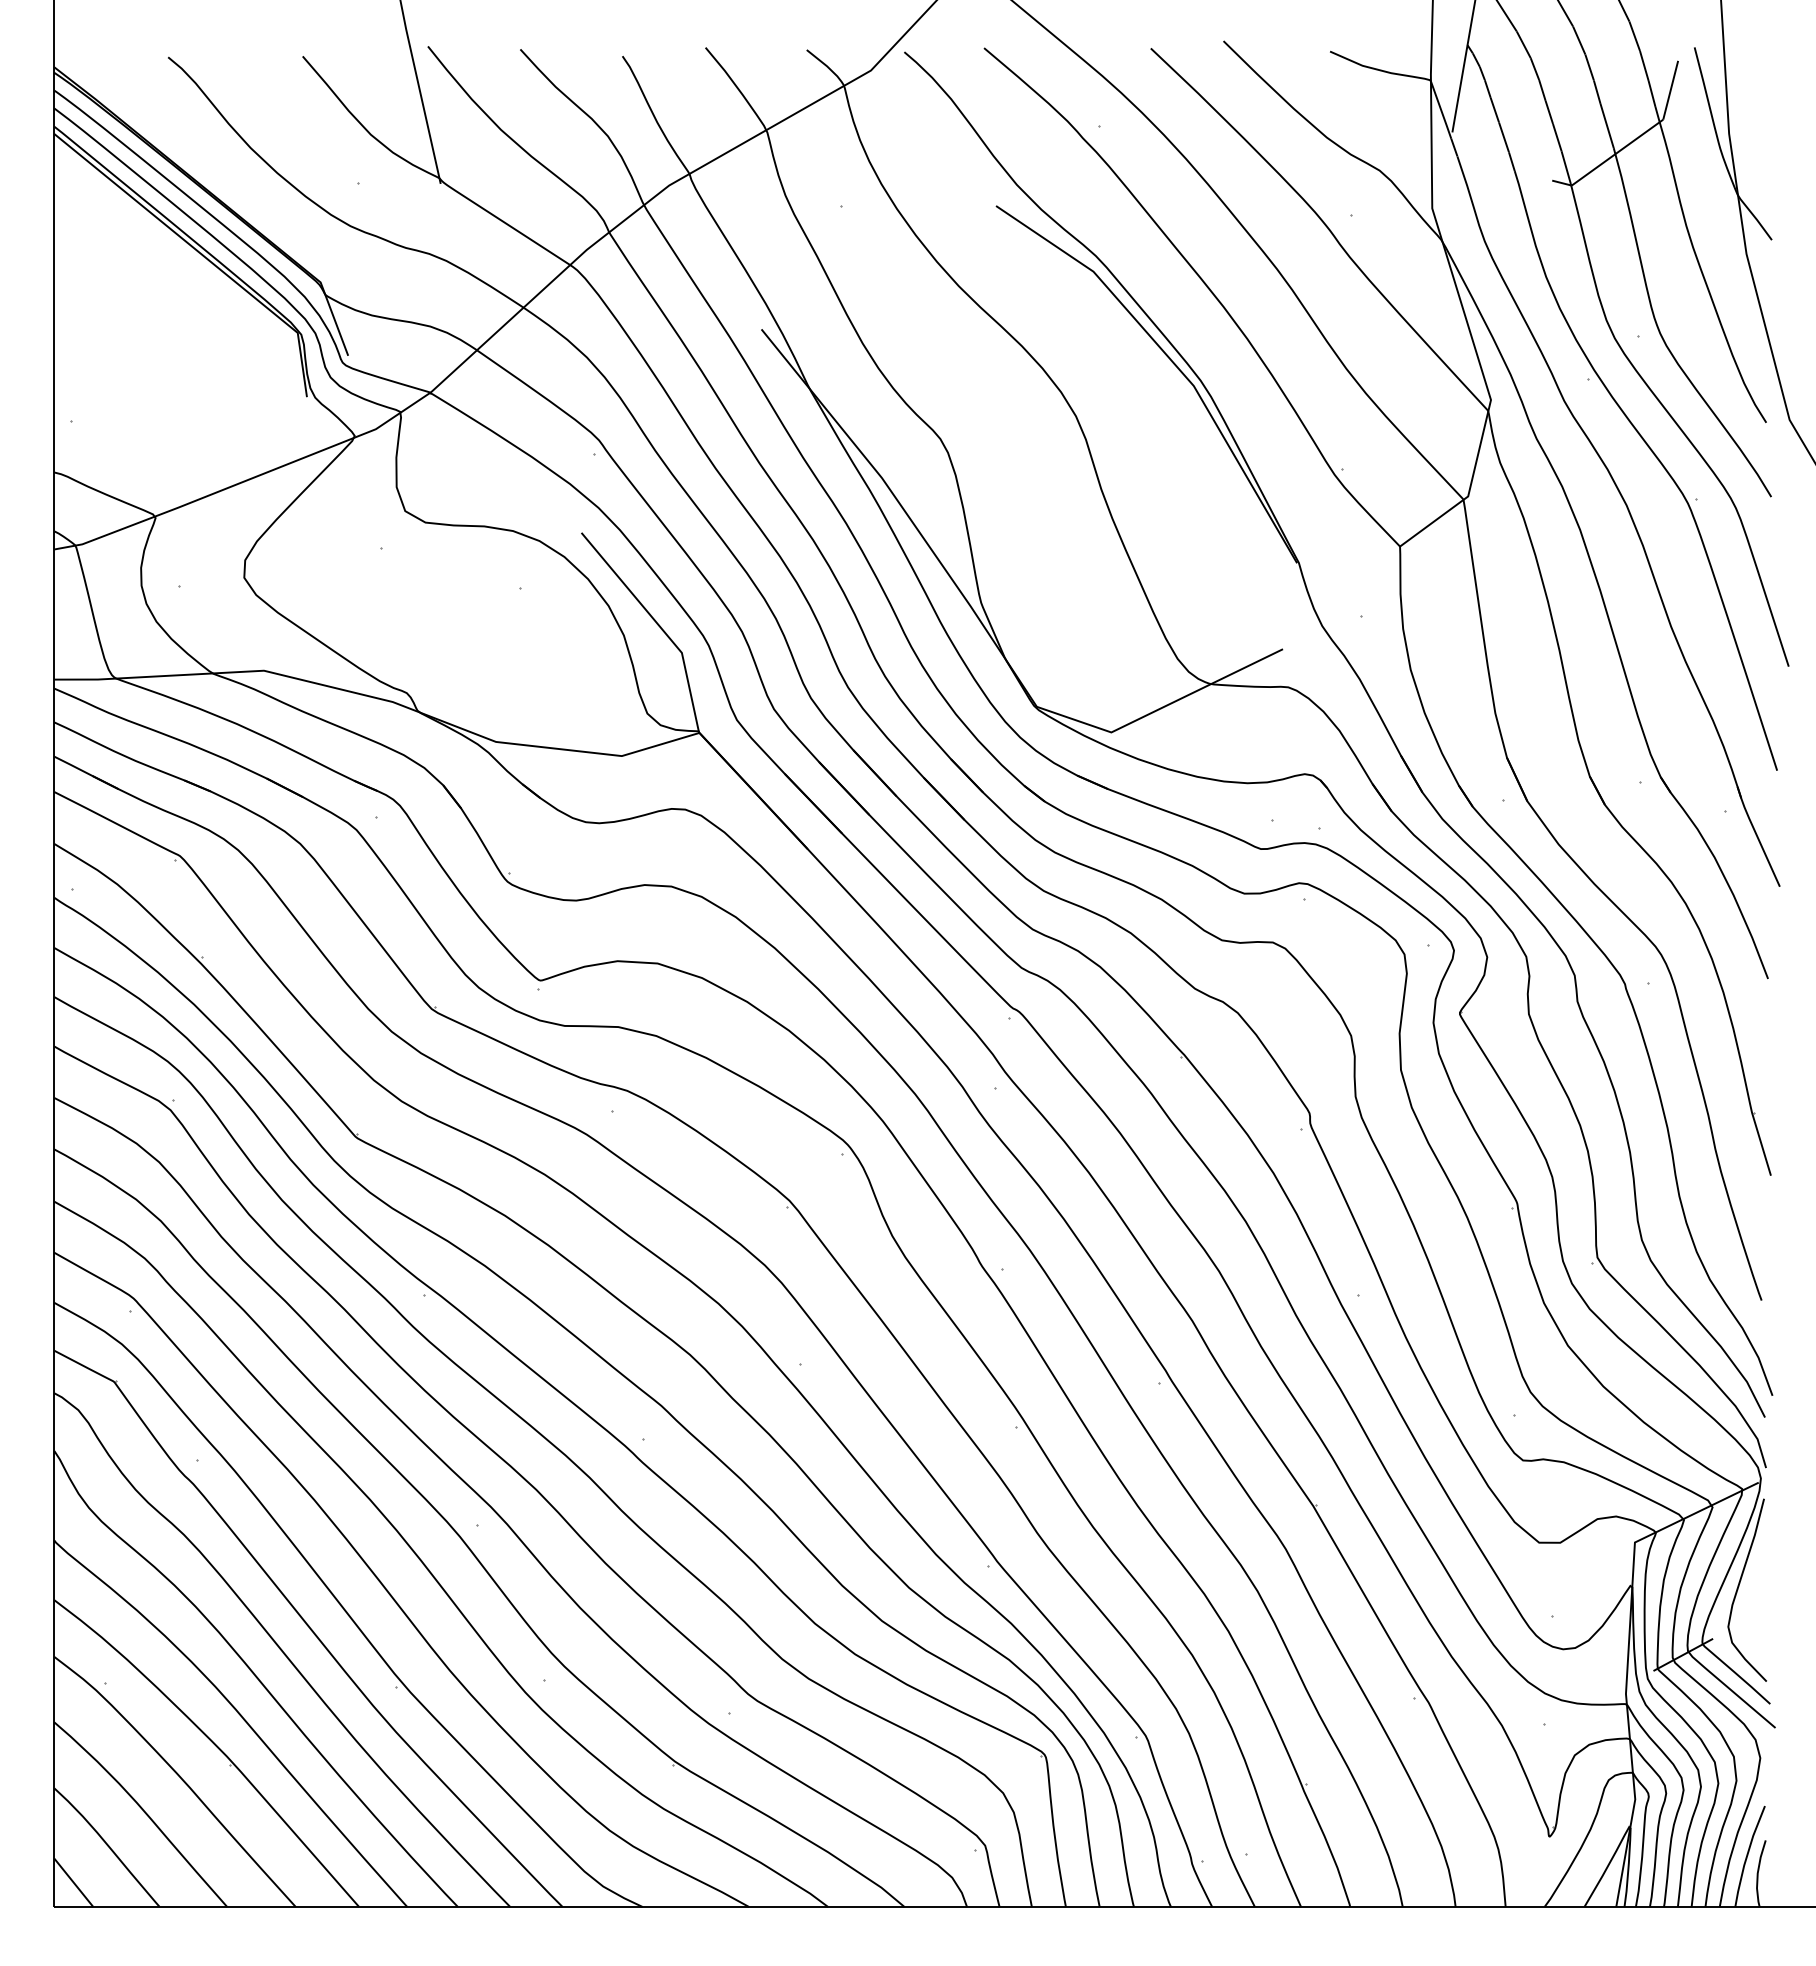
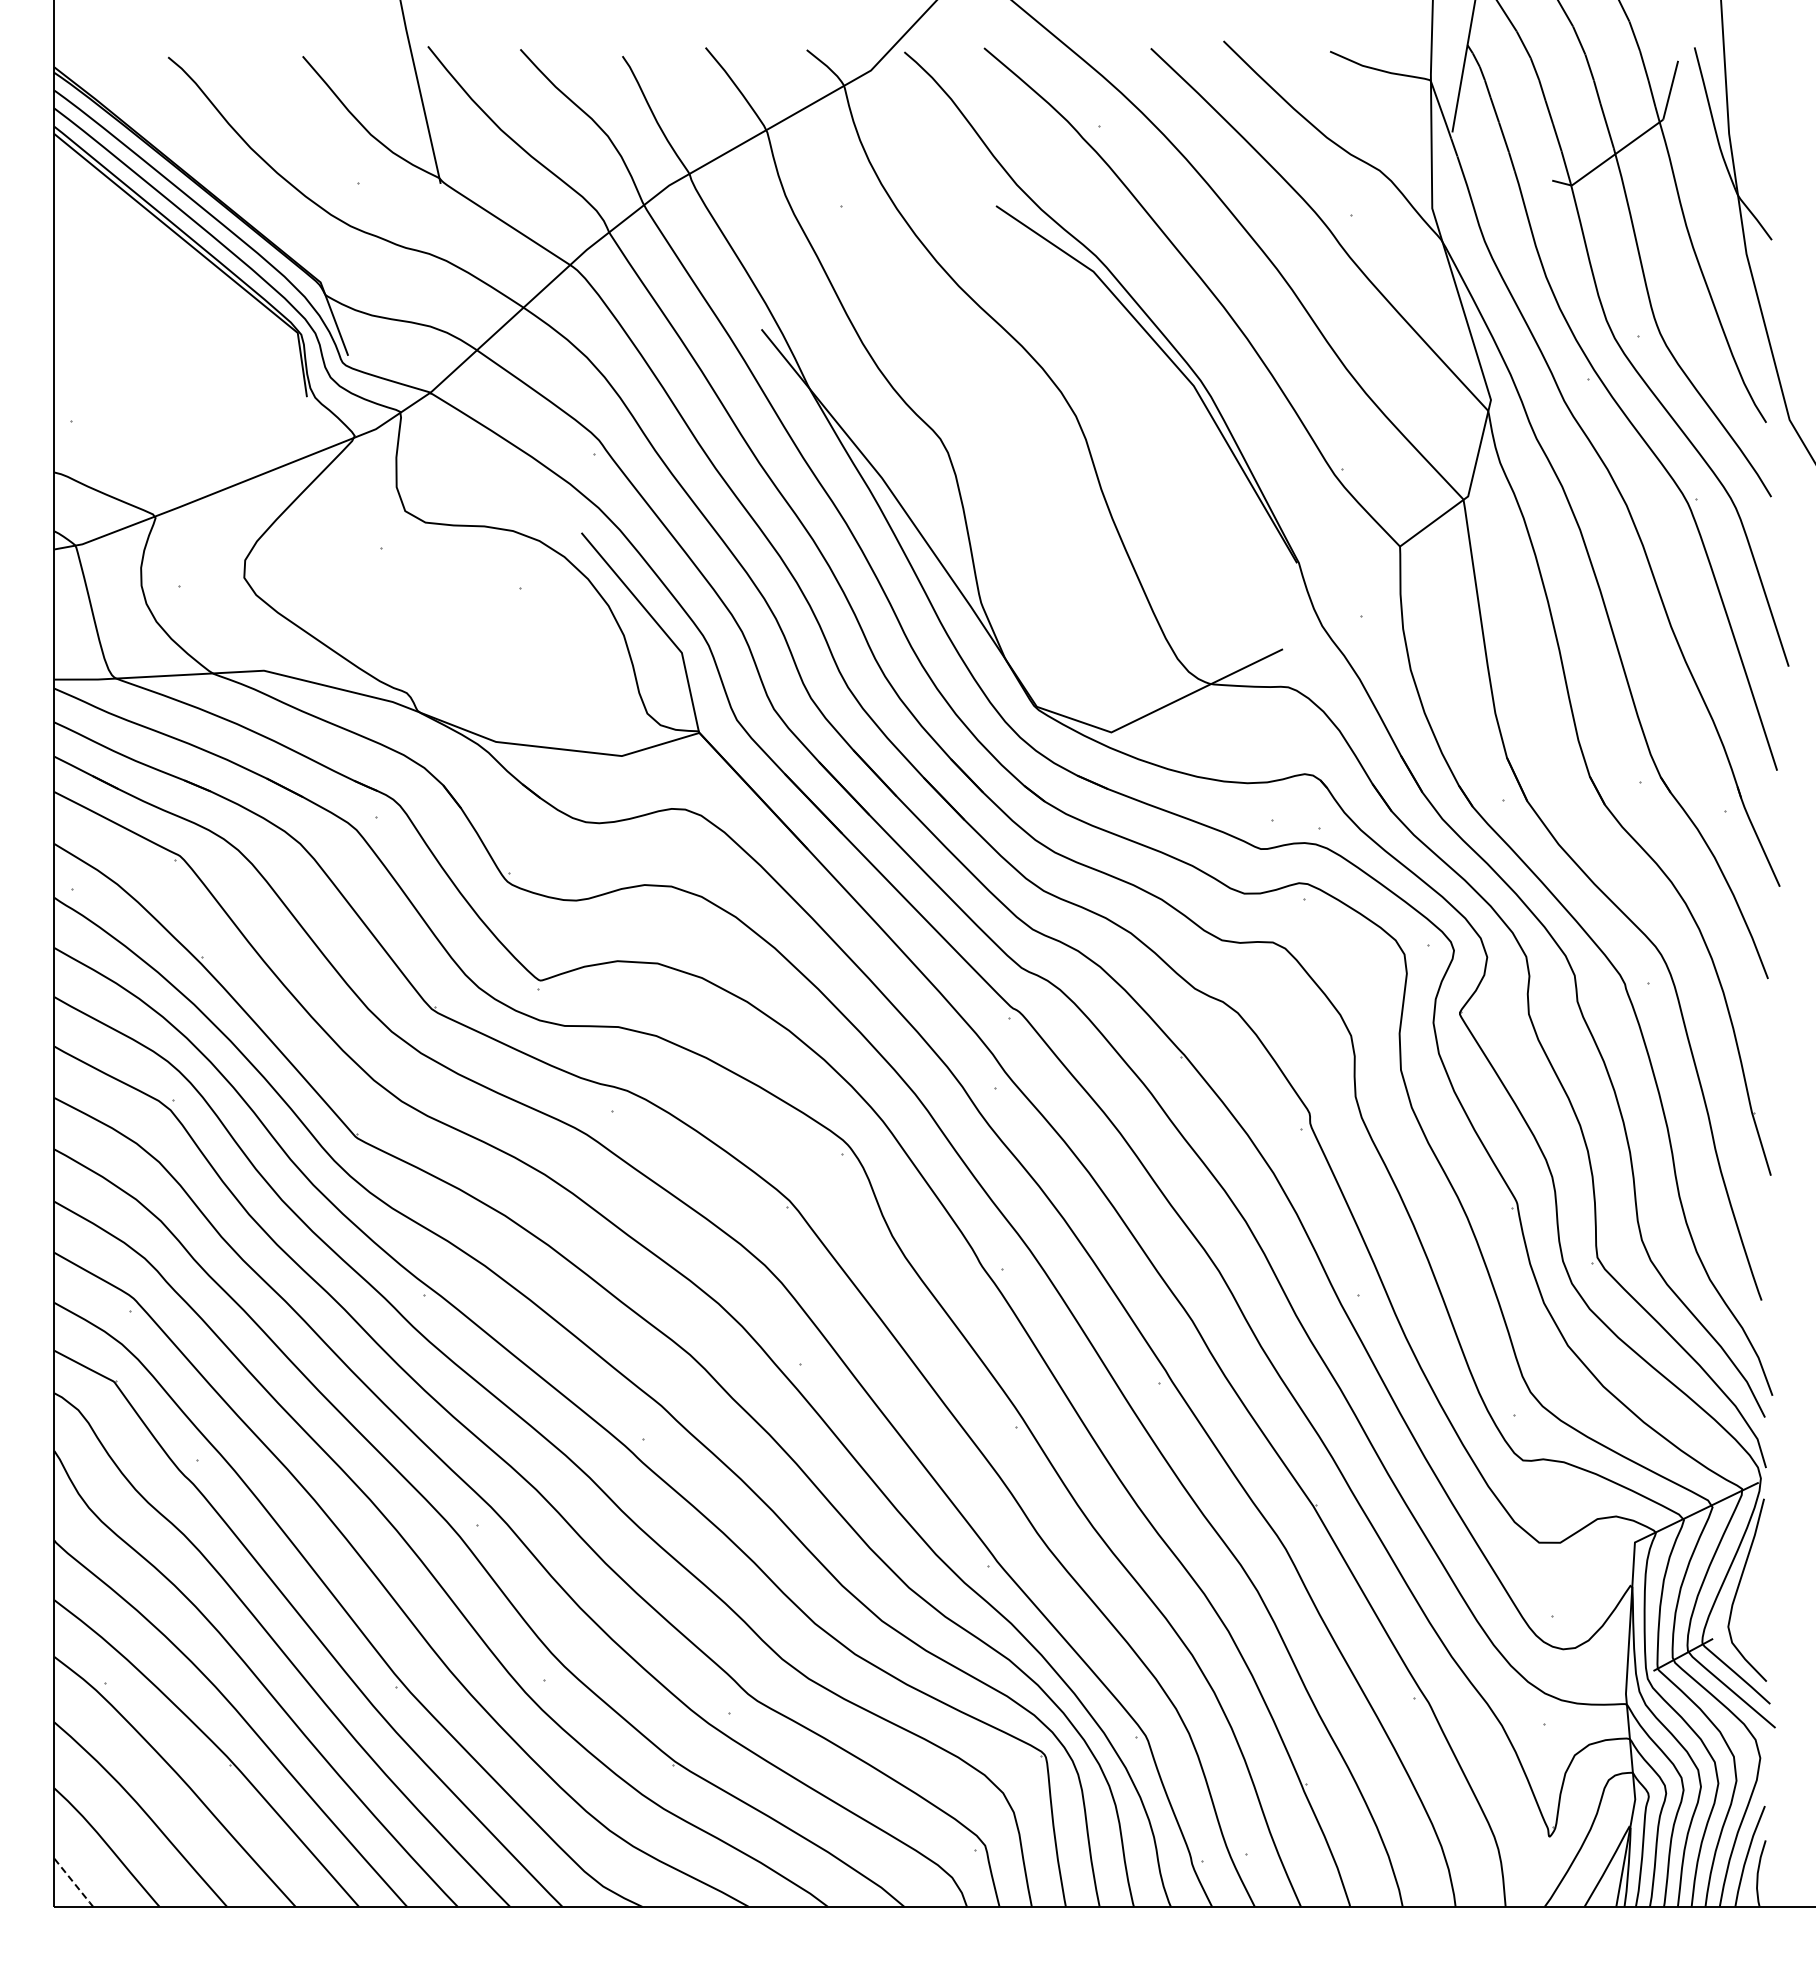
line at (74, 1883): solid -> dashed
